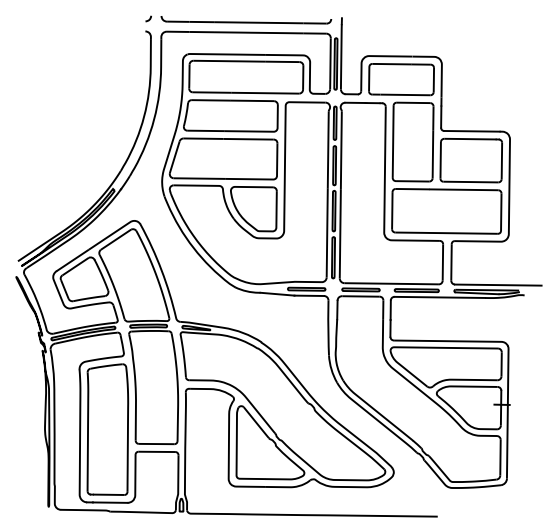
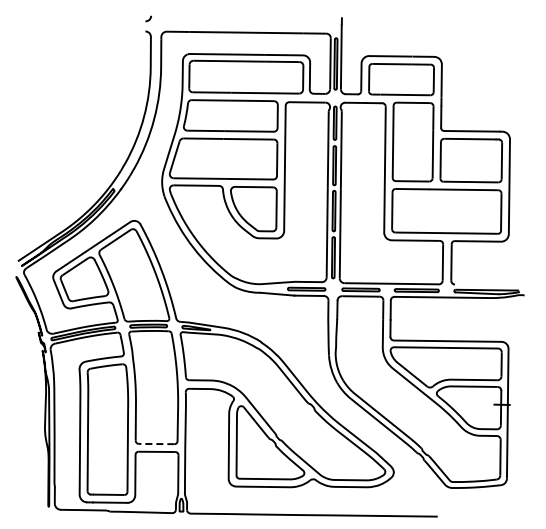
part at (246, 20): present -> none
line at (497, 284): present -> none
line at (155, 444): solid -> dashed
